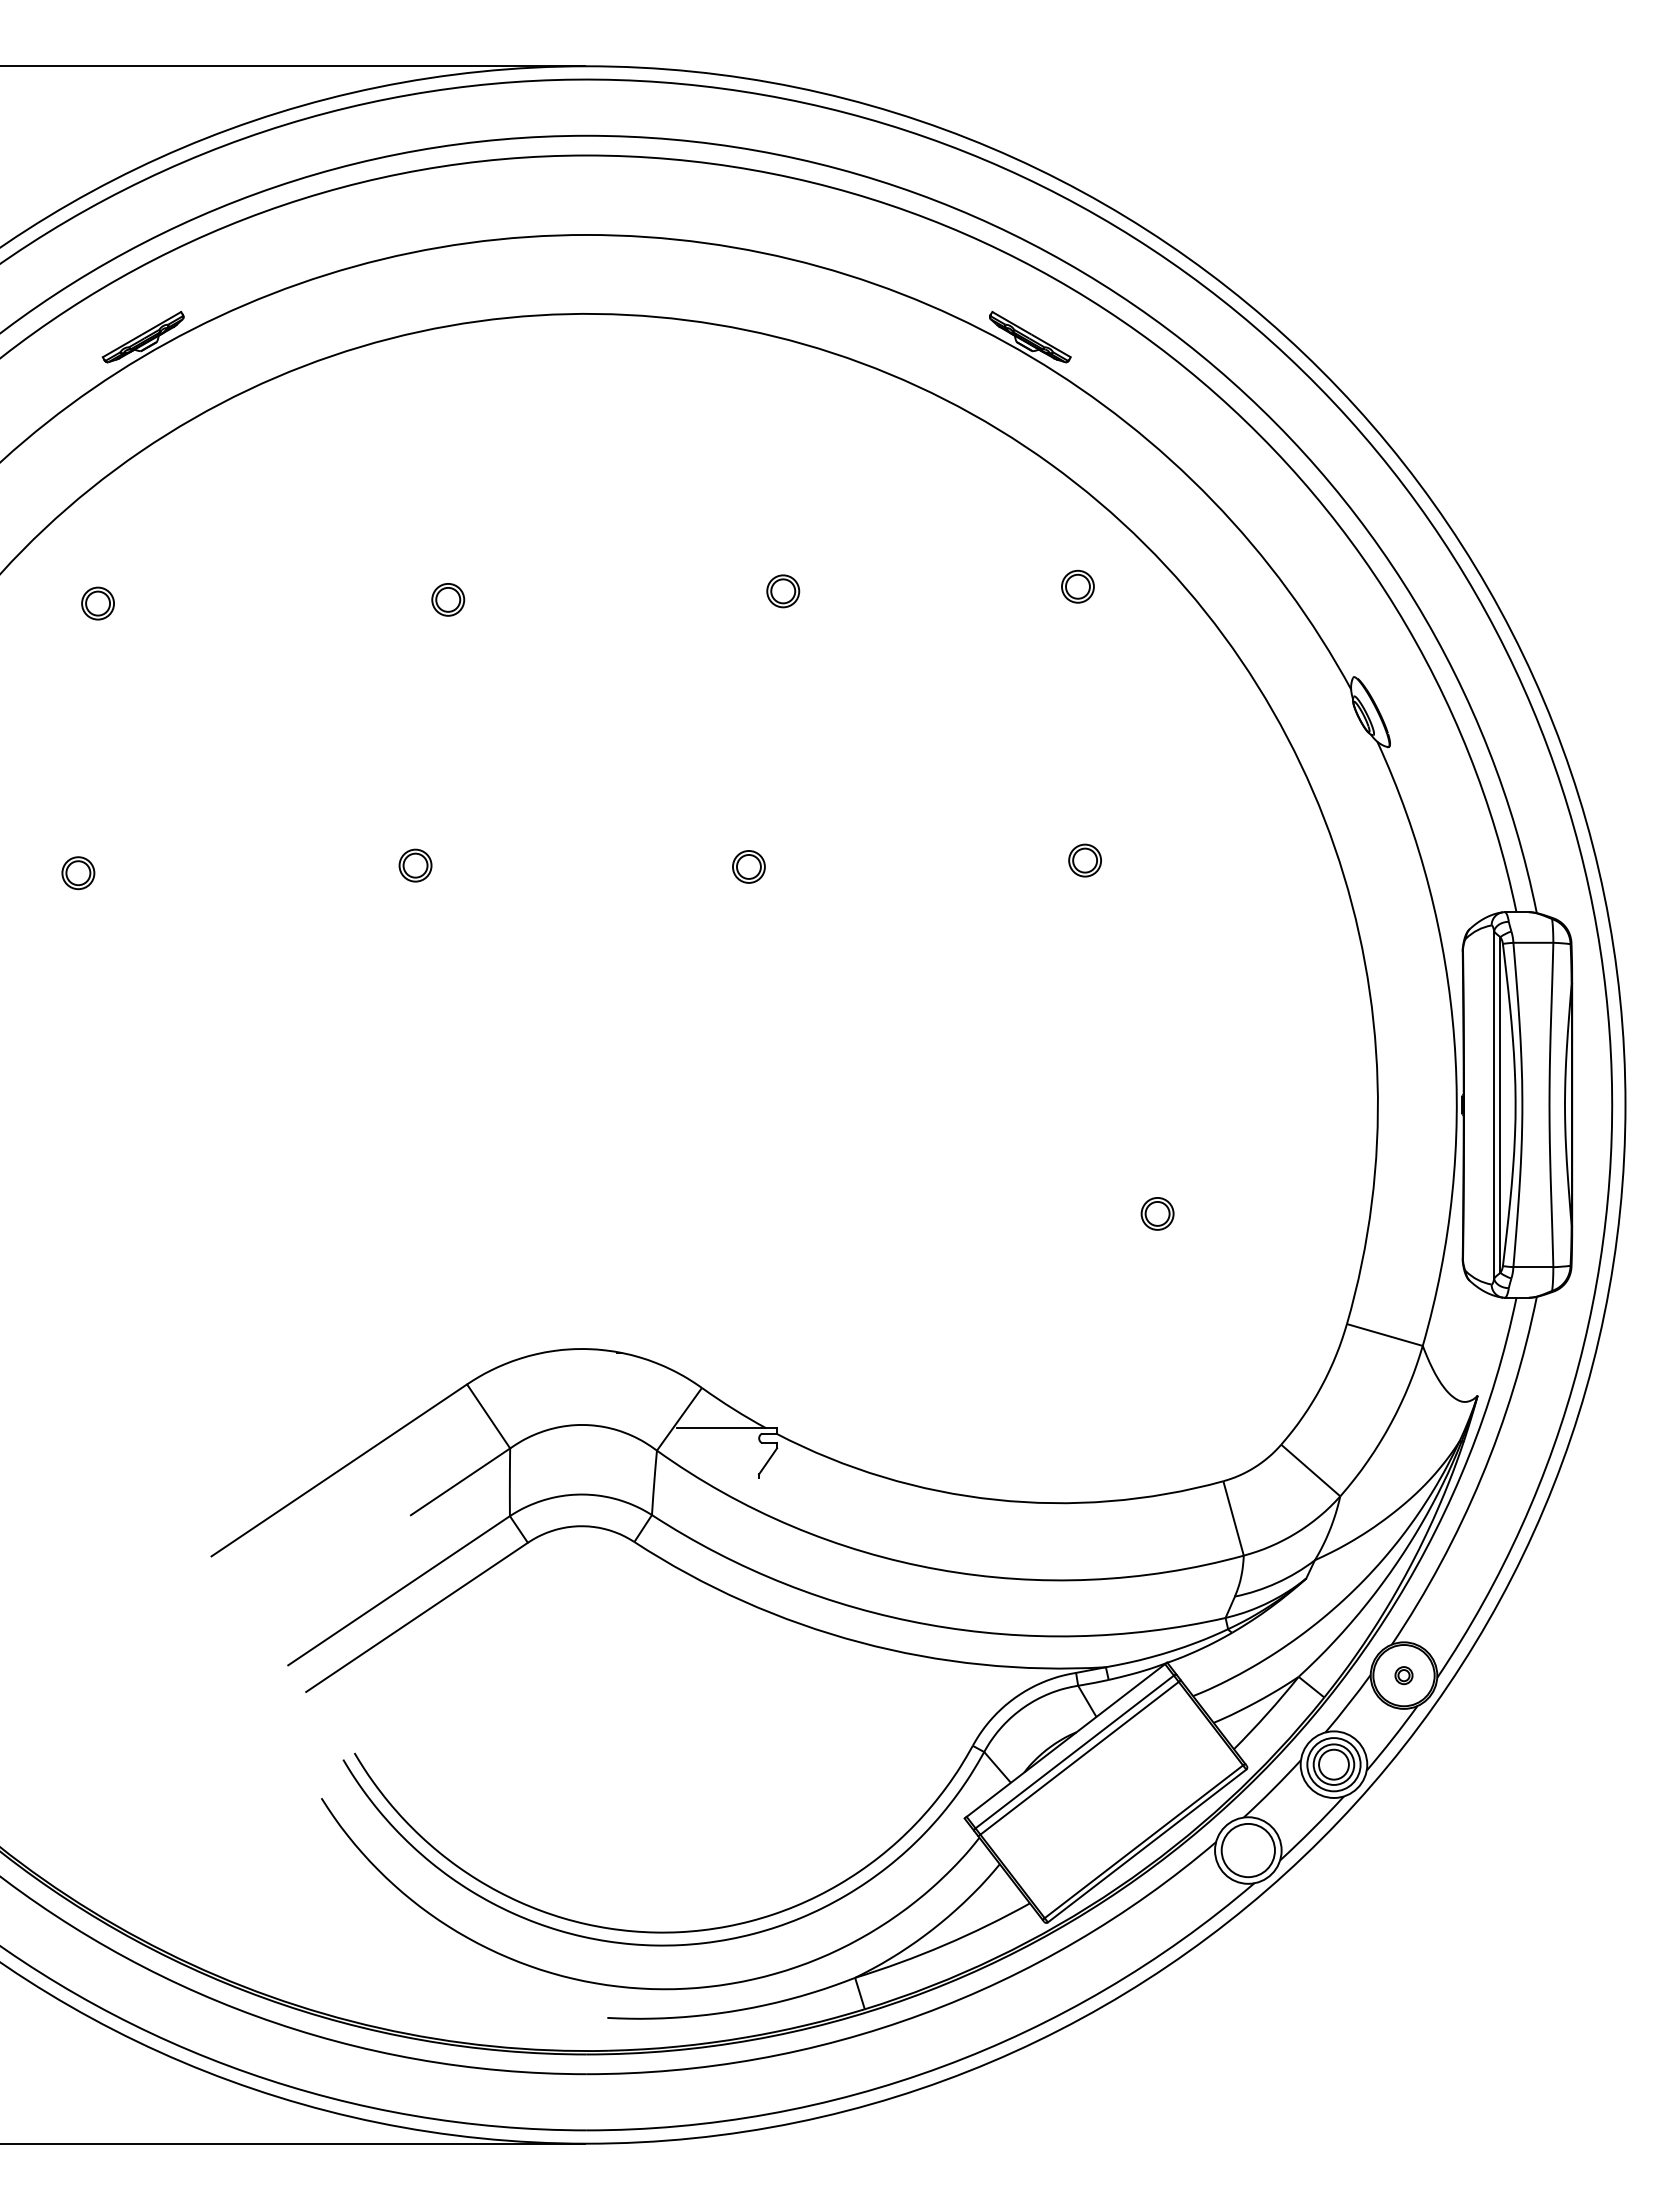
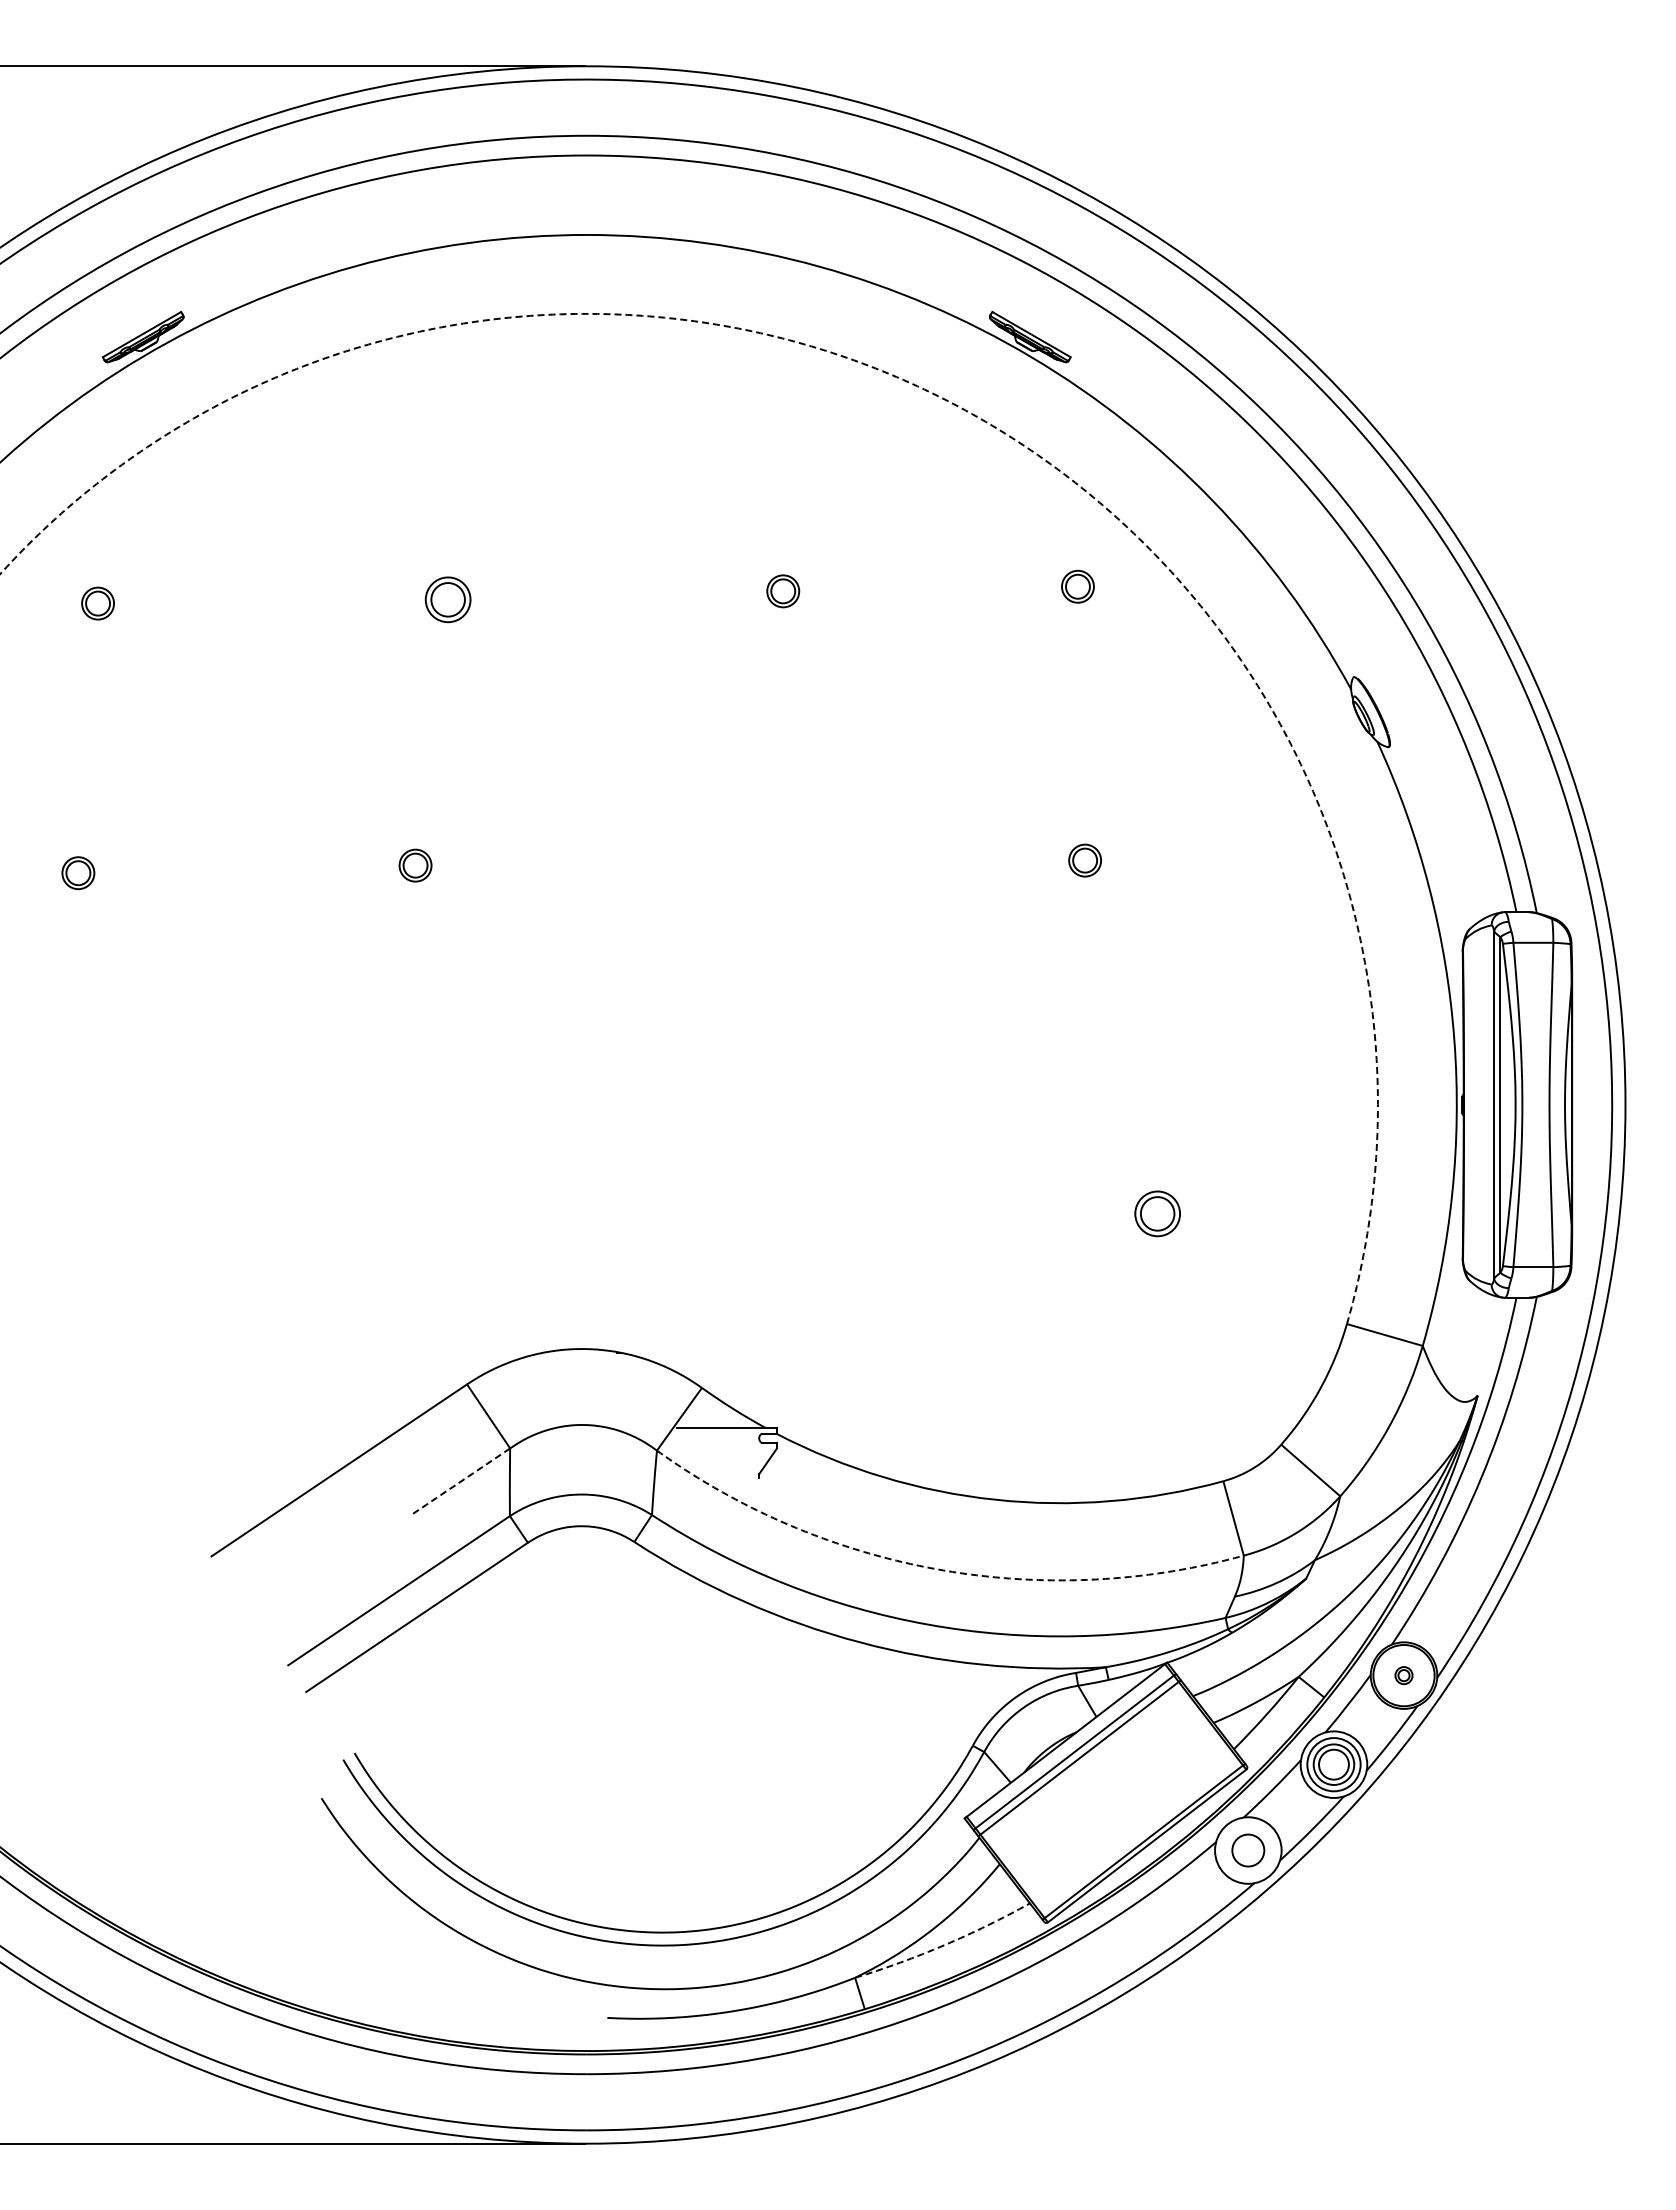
arc at (971, 413): solid -> dashed
part at (448, 599) size: 35x34 px -> 48x48 px
part at (748, 866): present -> none
part at (1157, 1213) size: 35x34 px -> 47x48 px
line at (460, 1481): solid -> dashed
arc at (938, 1569): solid -> dashed
circle at (1247, 1850) diameter: 53 px -> 32 px
arc at (944, 1945): solid -> dashed
